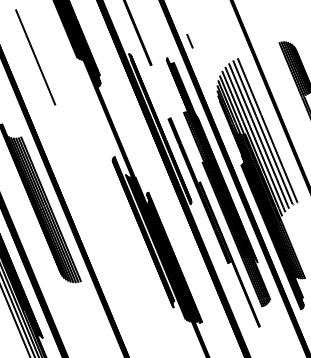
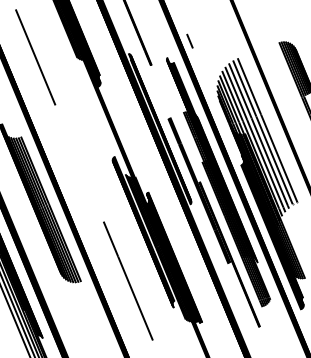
line at (128, 280): none -> present
